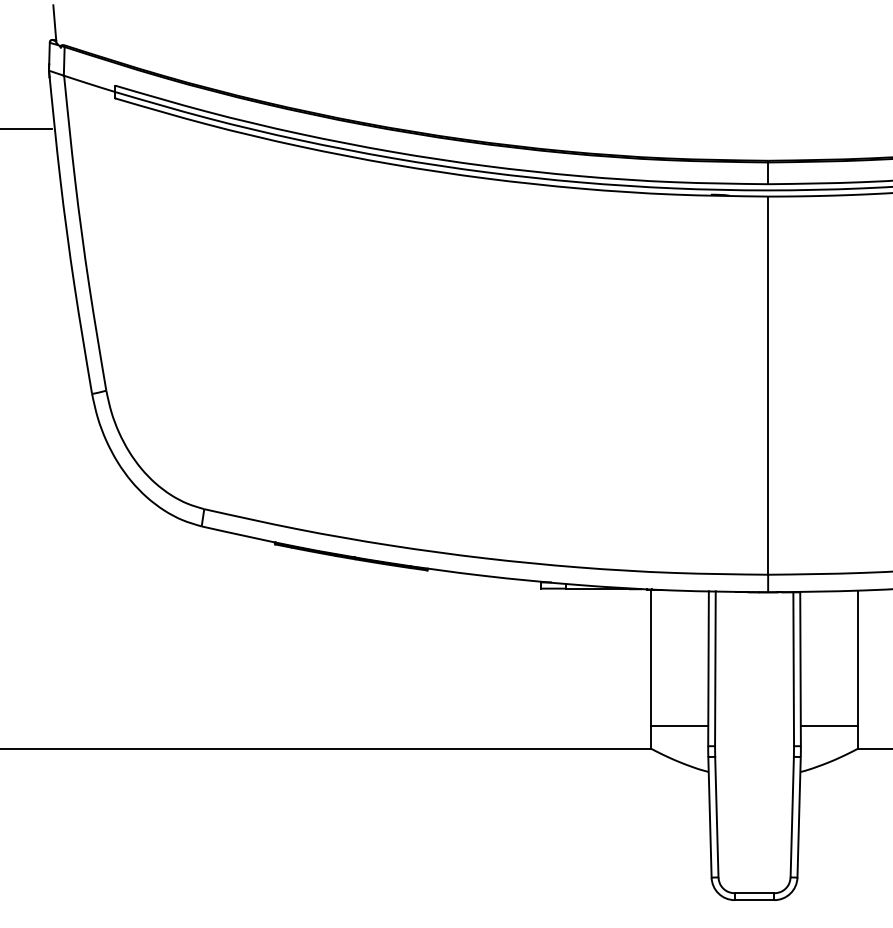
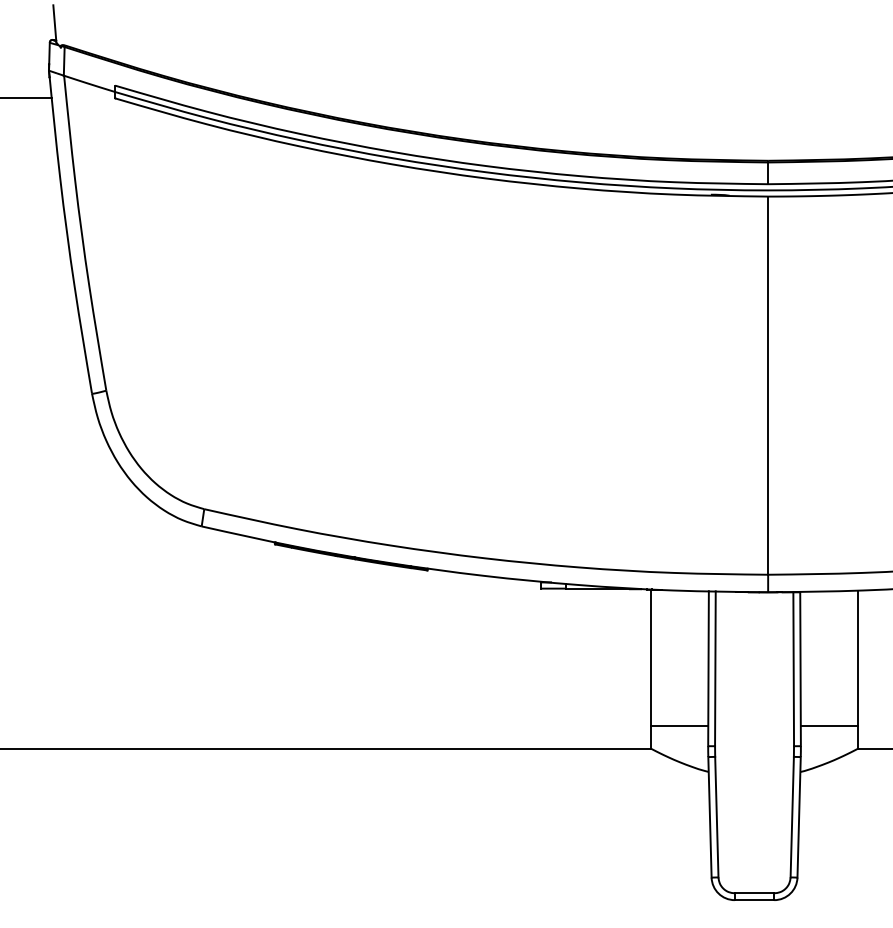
line at (26, 129) position: (26, 129) -> (26, 98)
